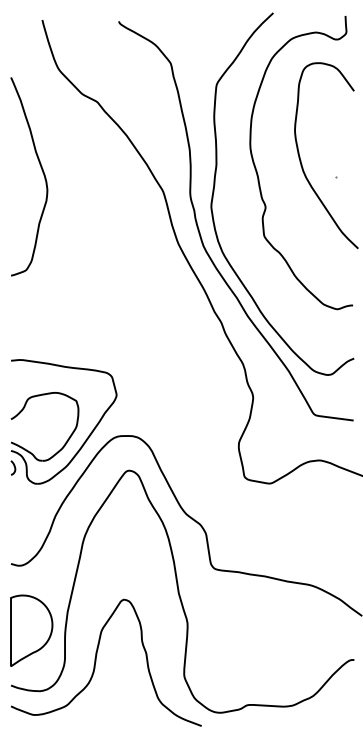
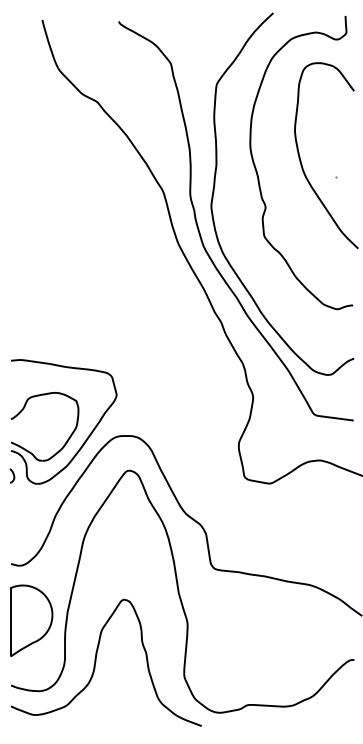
curve at (41, 170): present -> none
curve at (13, 466) position: (13, 466) -> (12, 474)
part at (31, 630) position: (31, 630) -> (31, 620)
